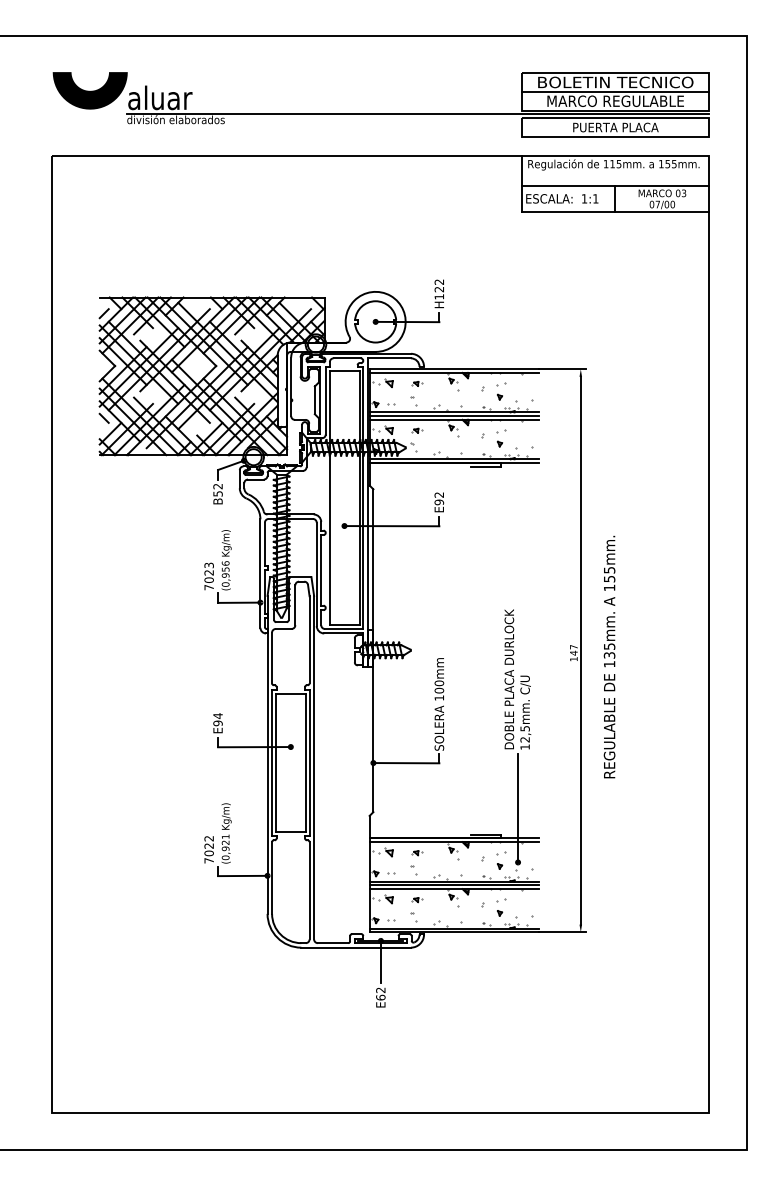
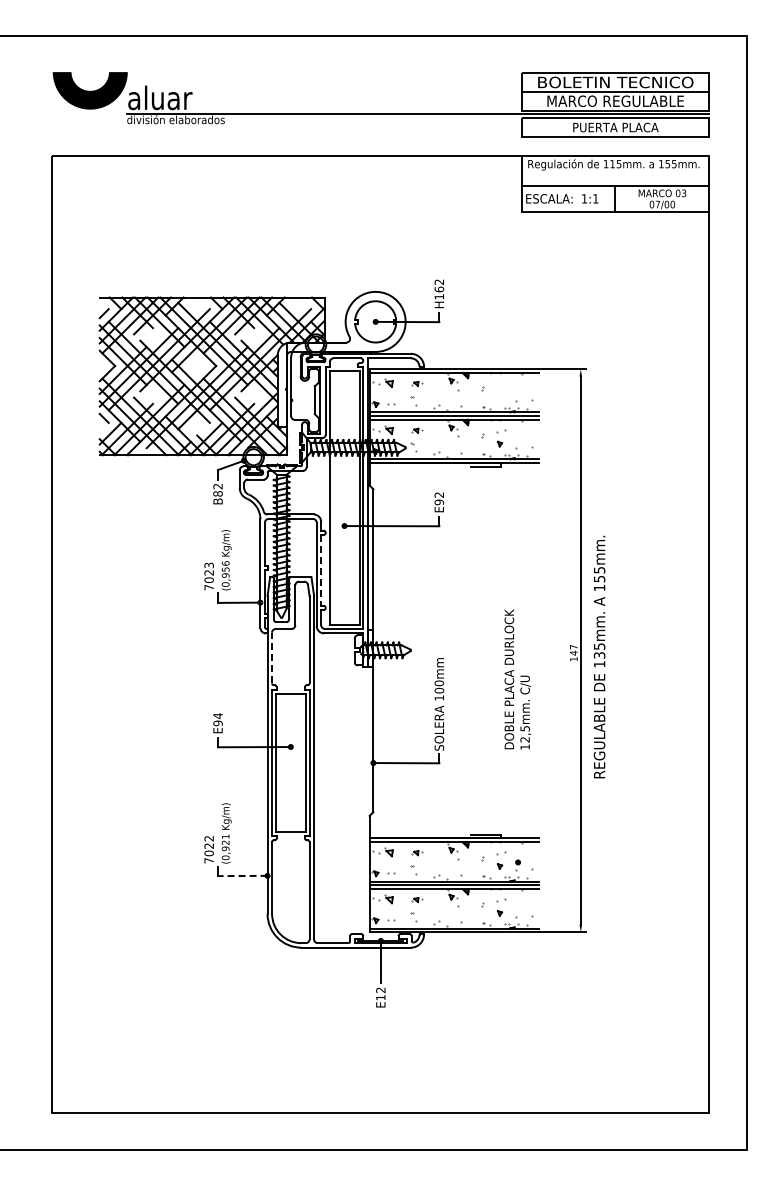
text at (439, 289): H122 -> H162
part at (501, 391): present -> none
text at (217, 493): B52 -> B82
line at (321, 570): solid -> dashed
text at (609, 656) position: (609, 656) -> (599, 656)
line at (272, 657): solid -> dashed
line at (518, 807): present -> none
line at (242, 875): solid -> dashed
text at (380, 997): E62 -> E12
